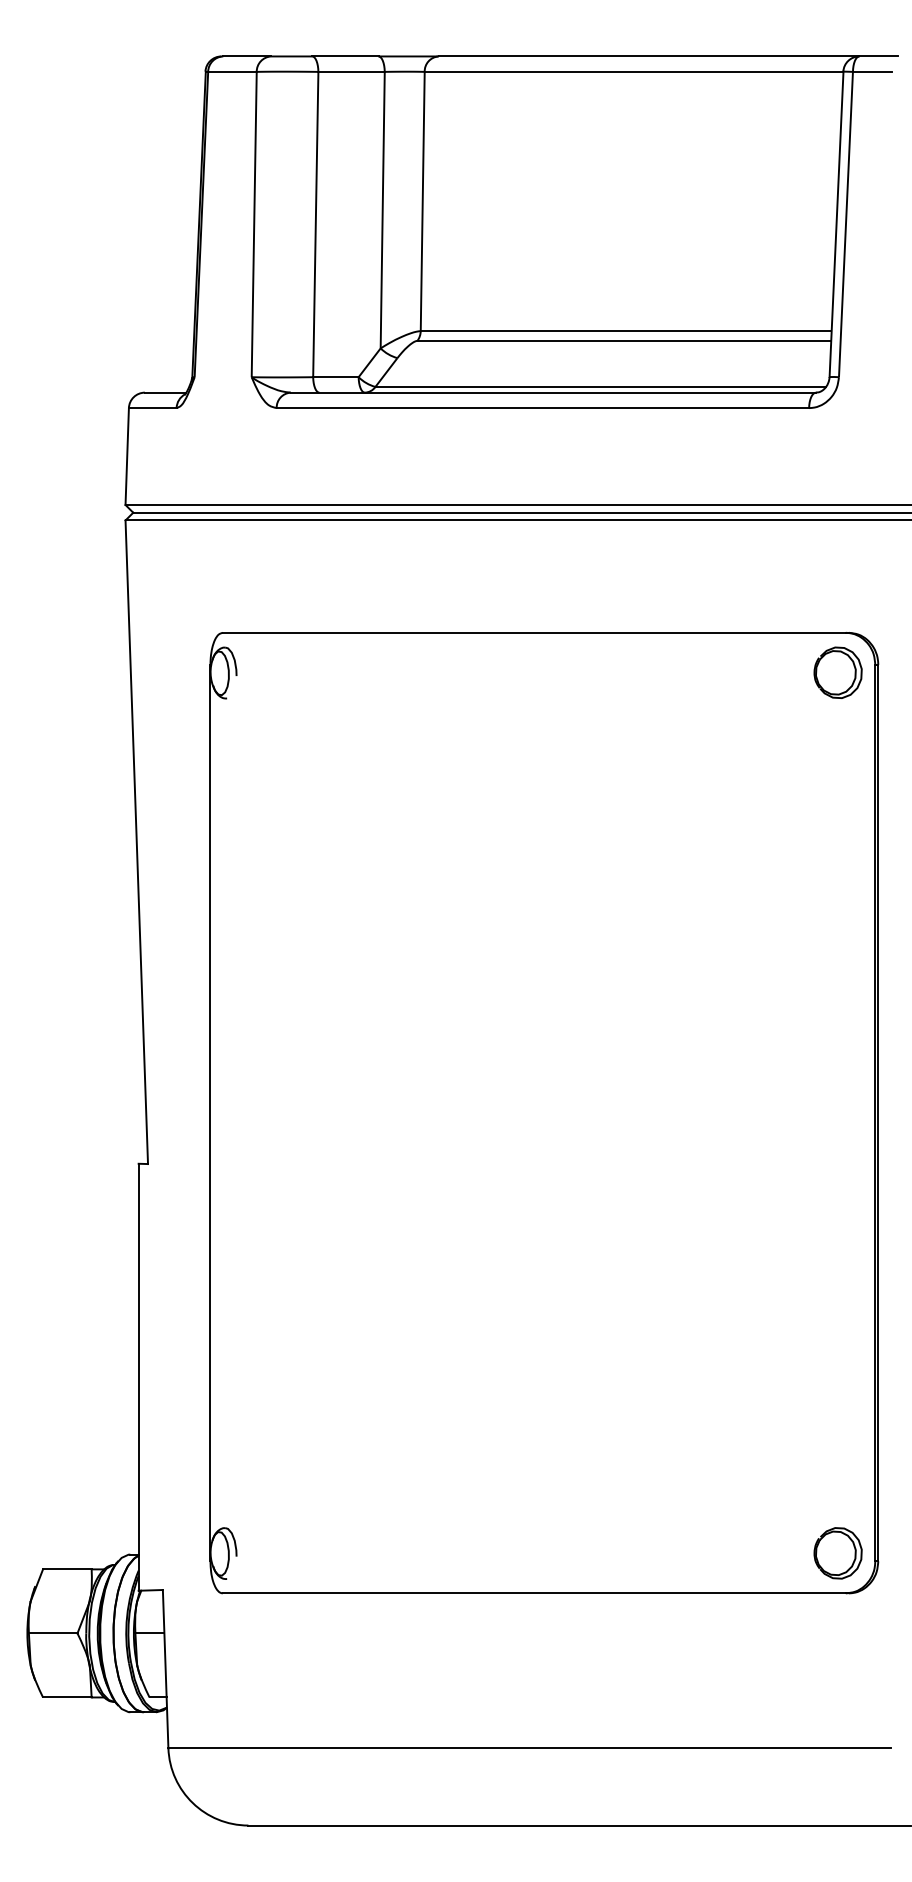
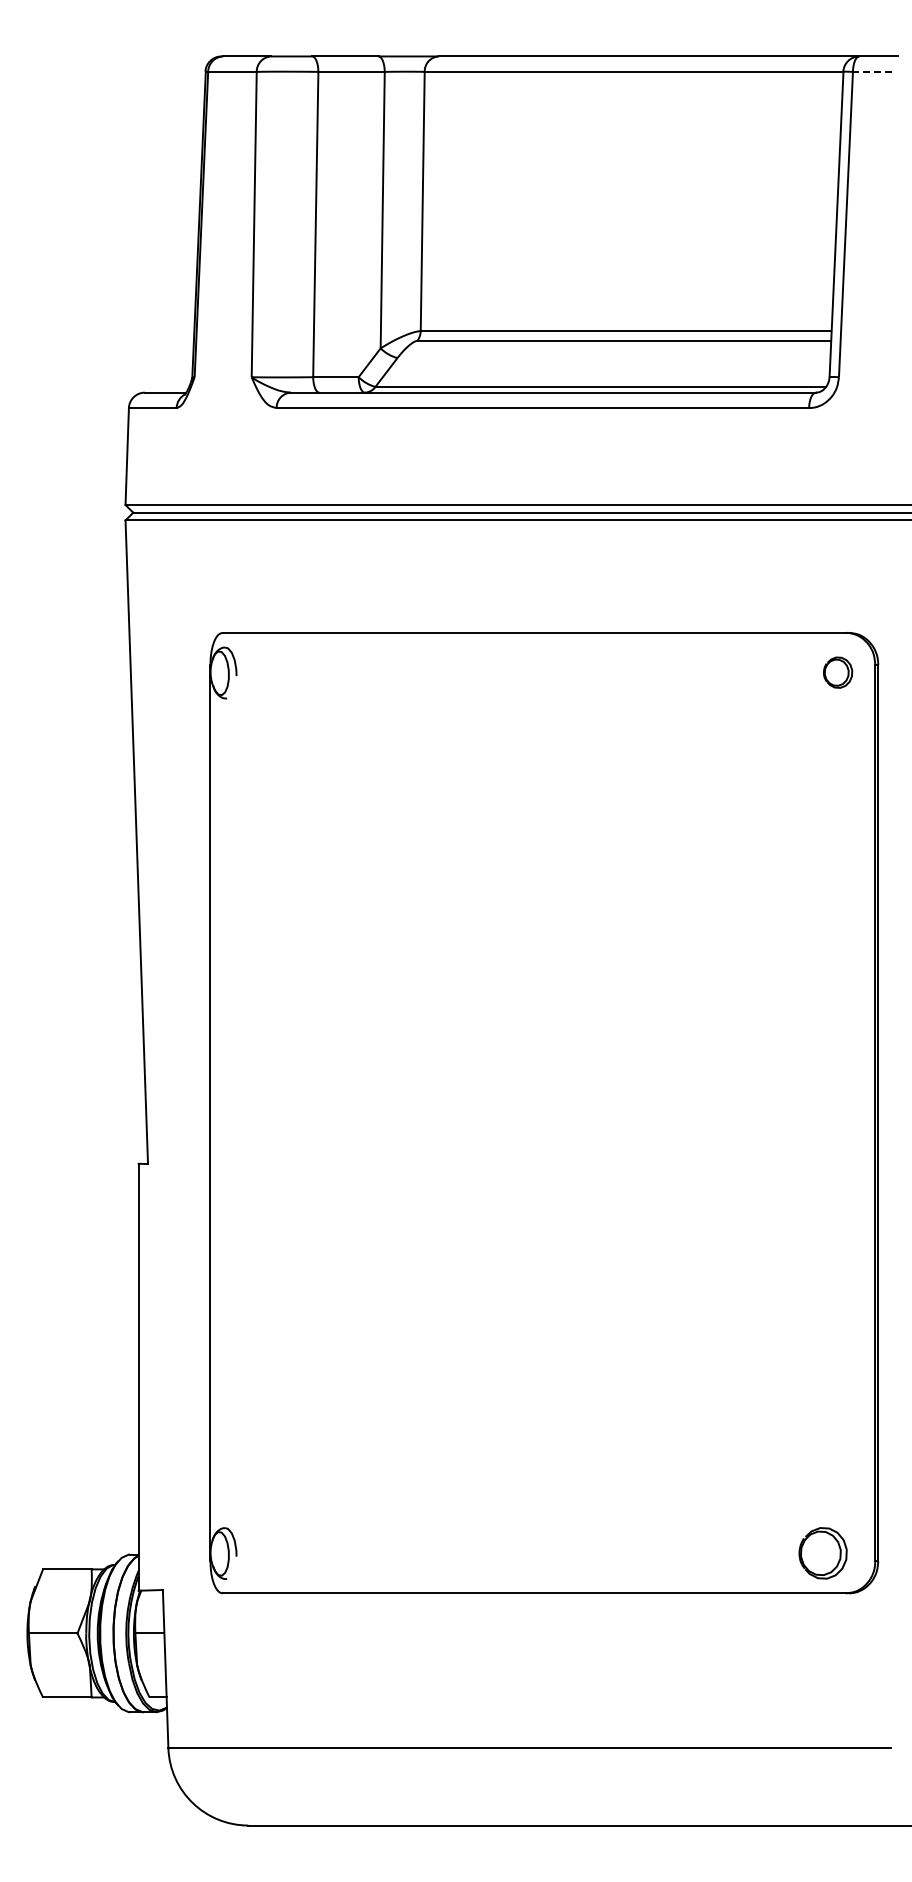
line at (872, 71): solid -> dashed
part at (837, 672) size: 50x53 px -> 31x33 px
part at (837, 1553) position: (837, 1553) -> (822, 1553)
